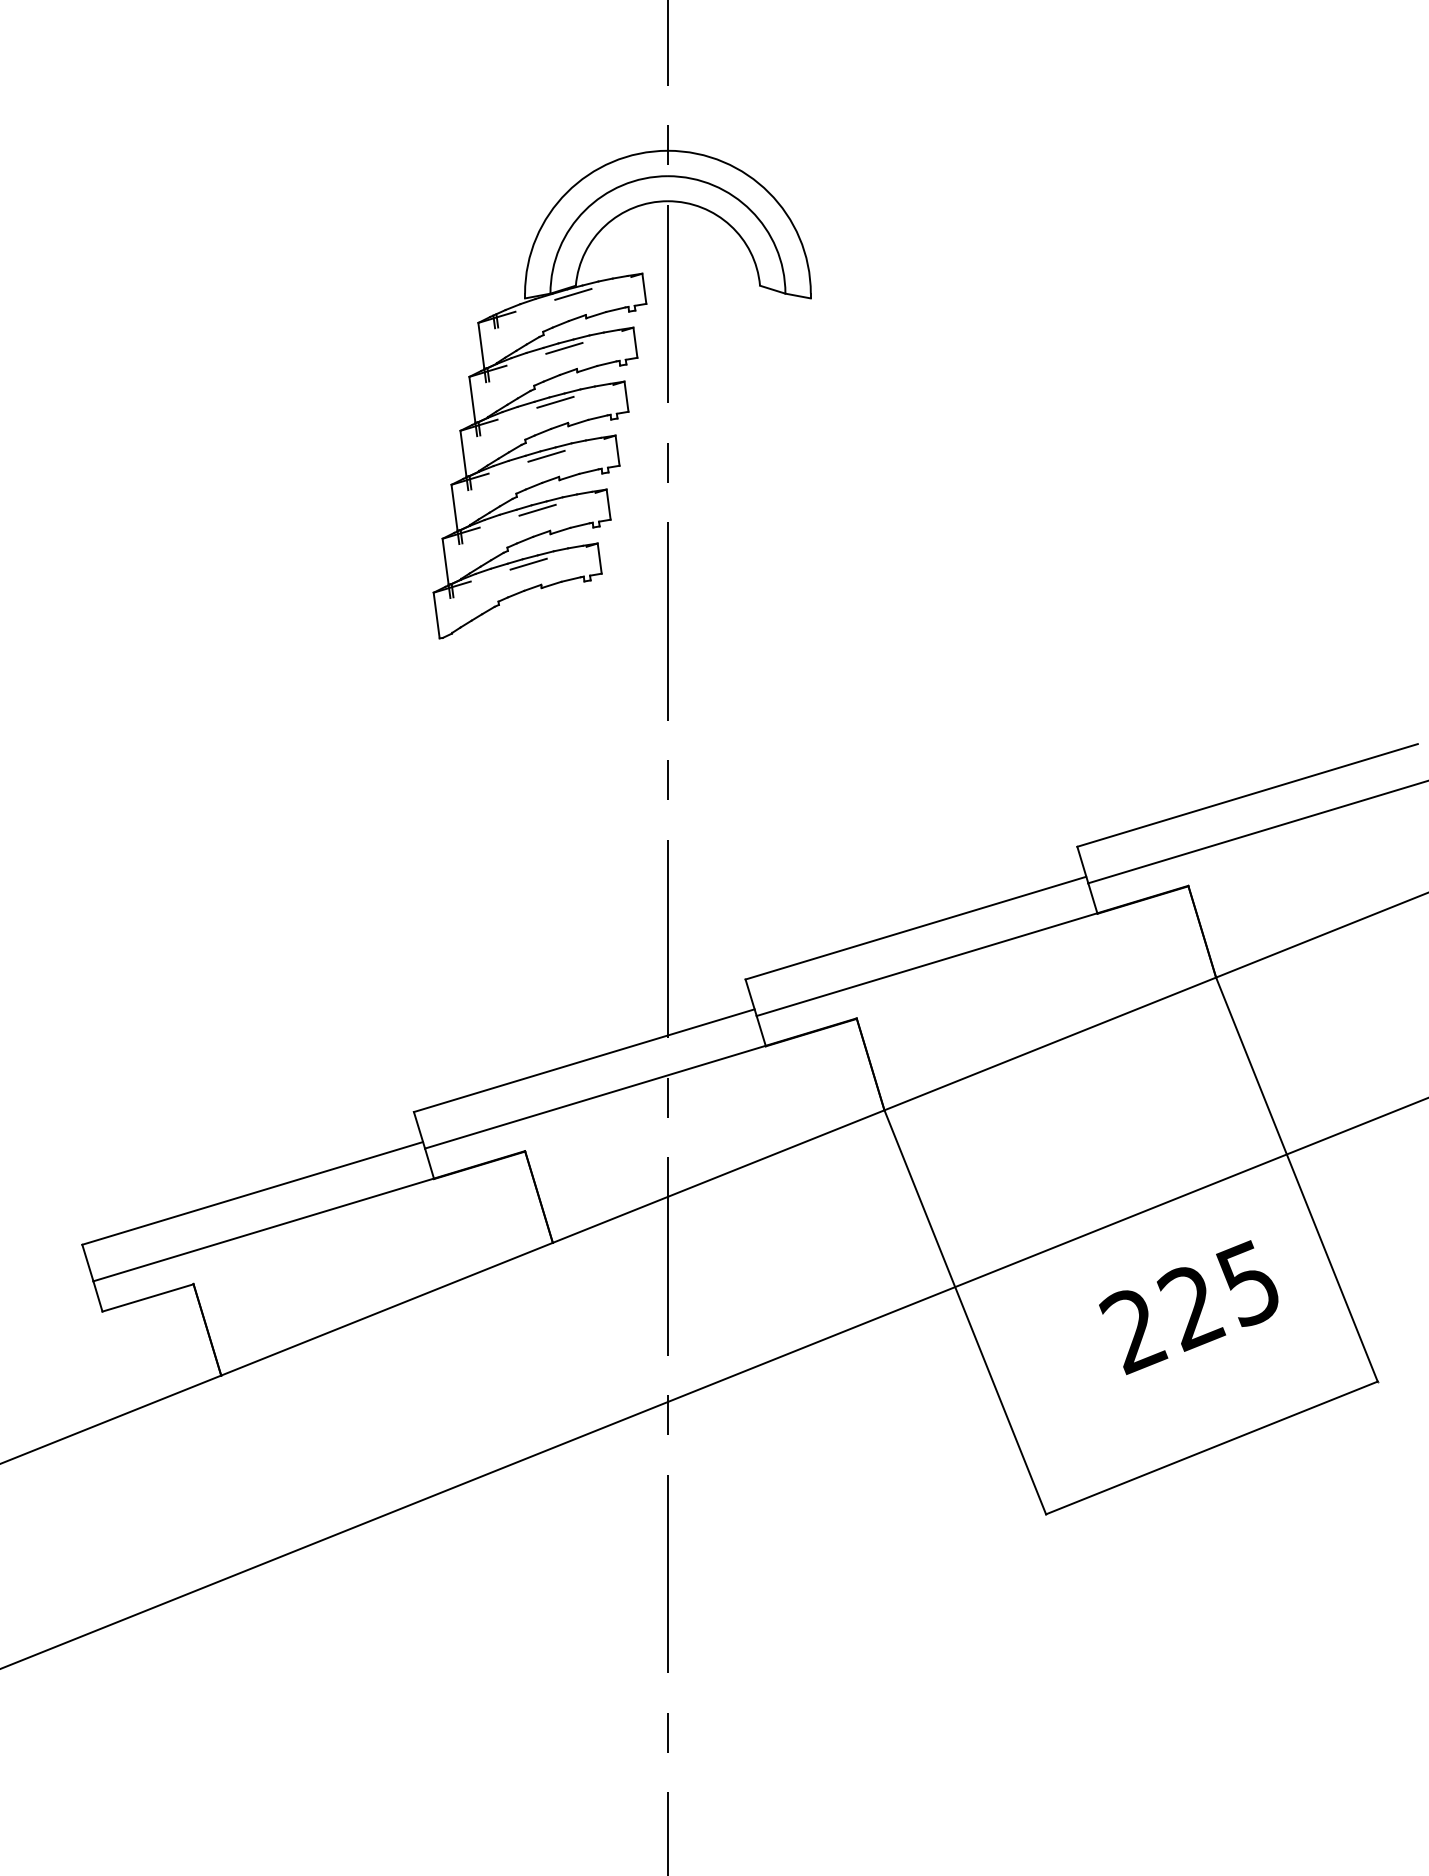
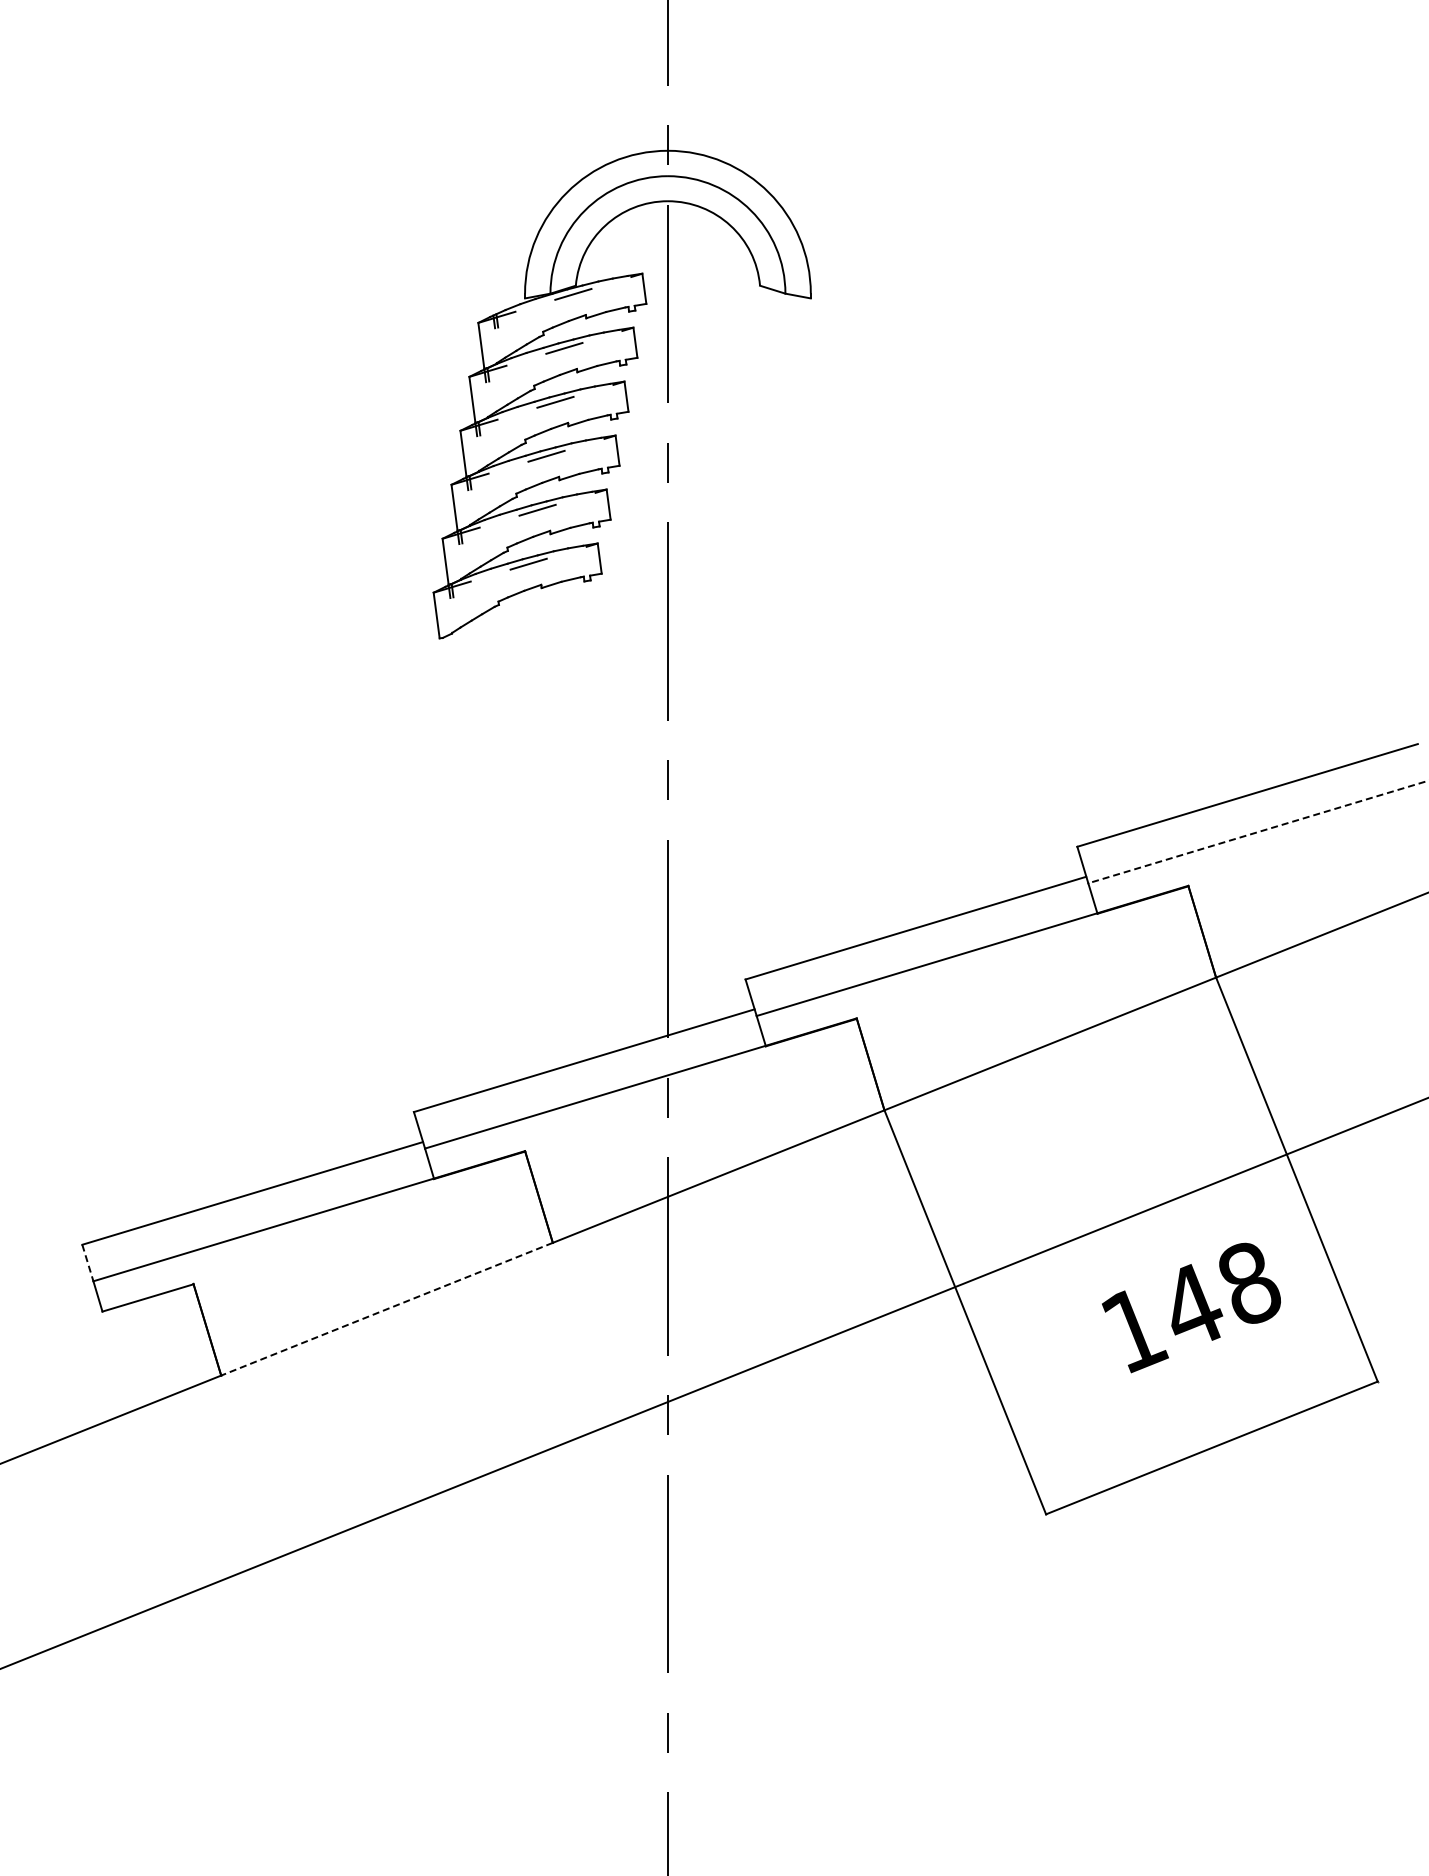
line at (1257, 832): solid -> dashed
line at (88, 1263): solid -> dashed
text at (1190, 1307): 225 -> 148
line at (387, 1309): solid -> dashed
